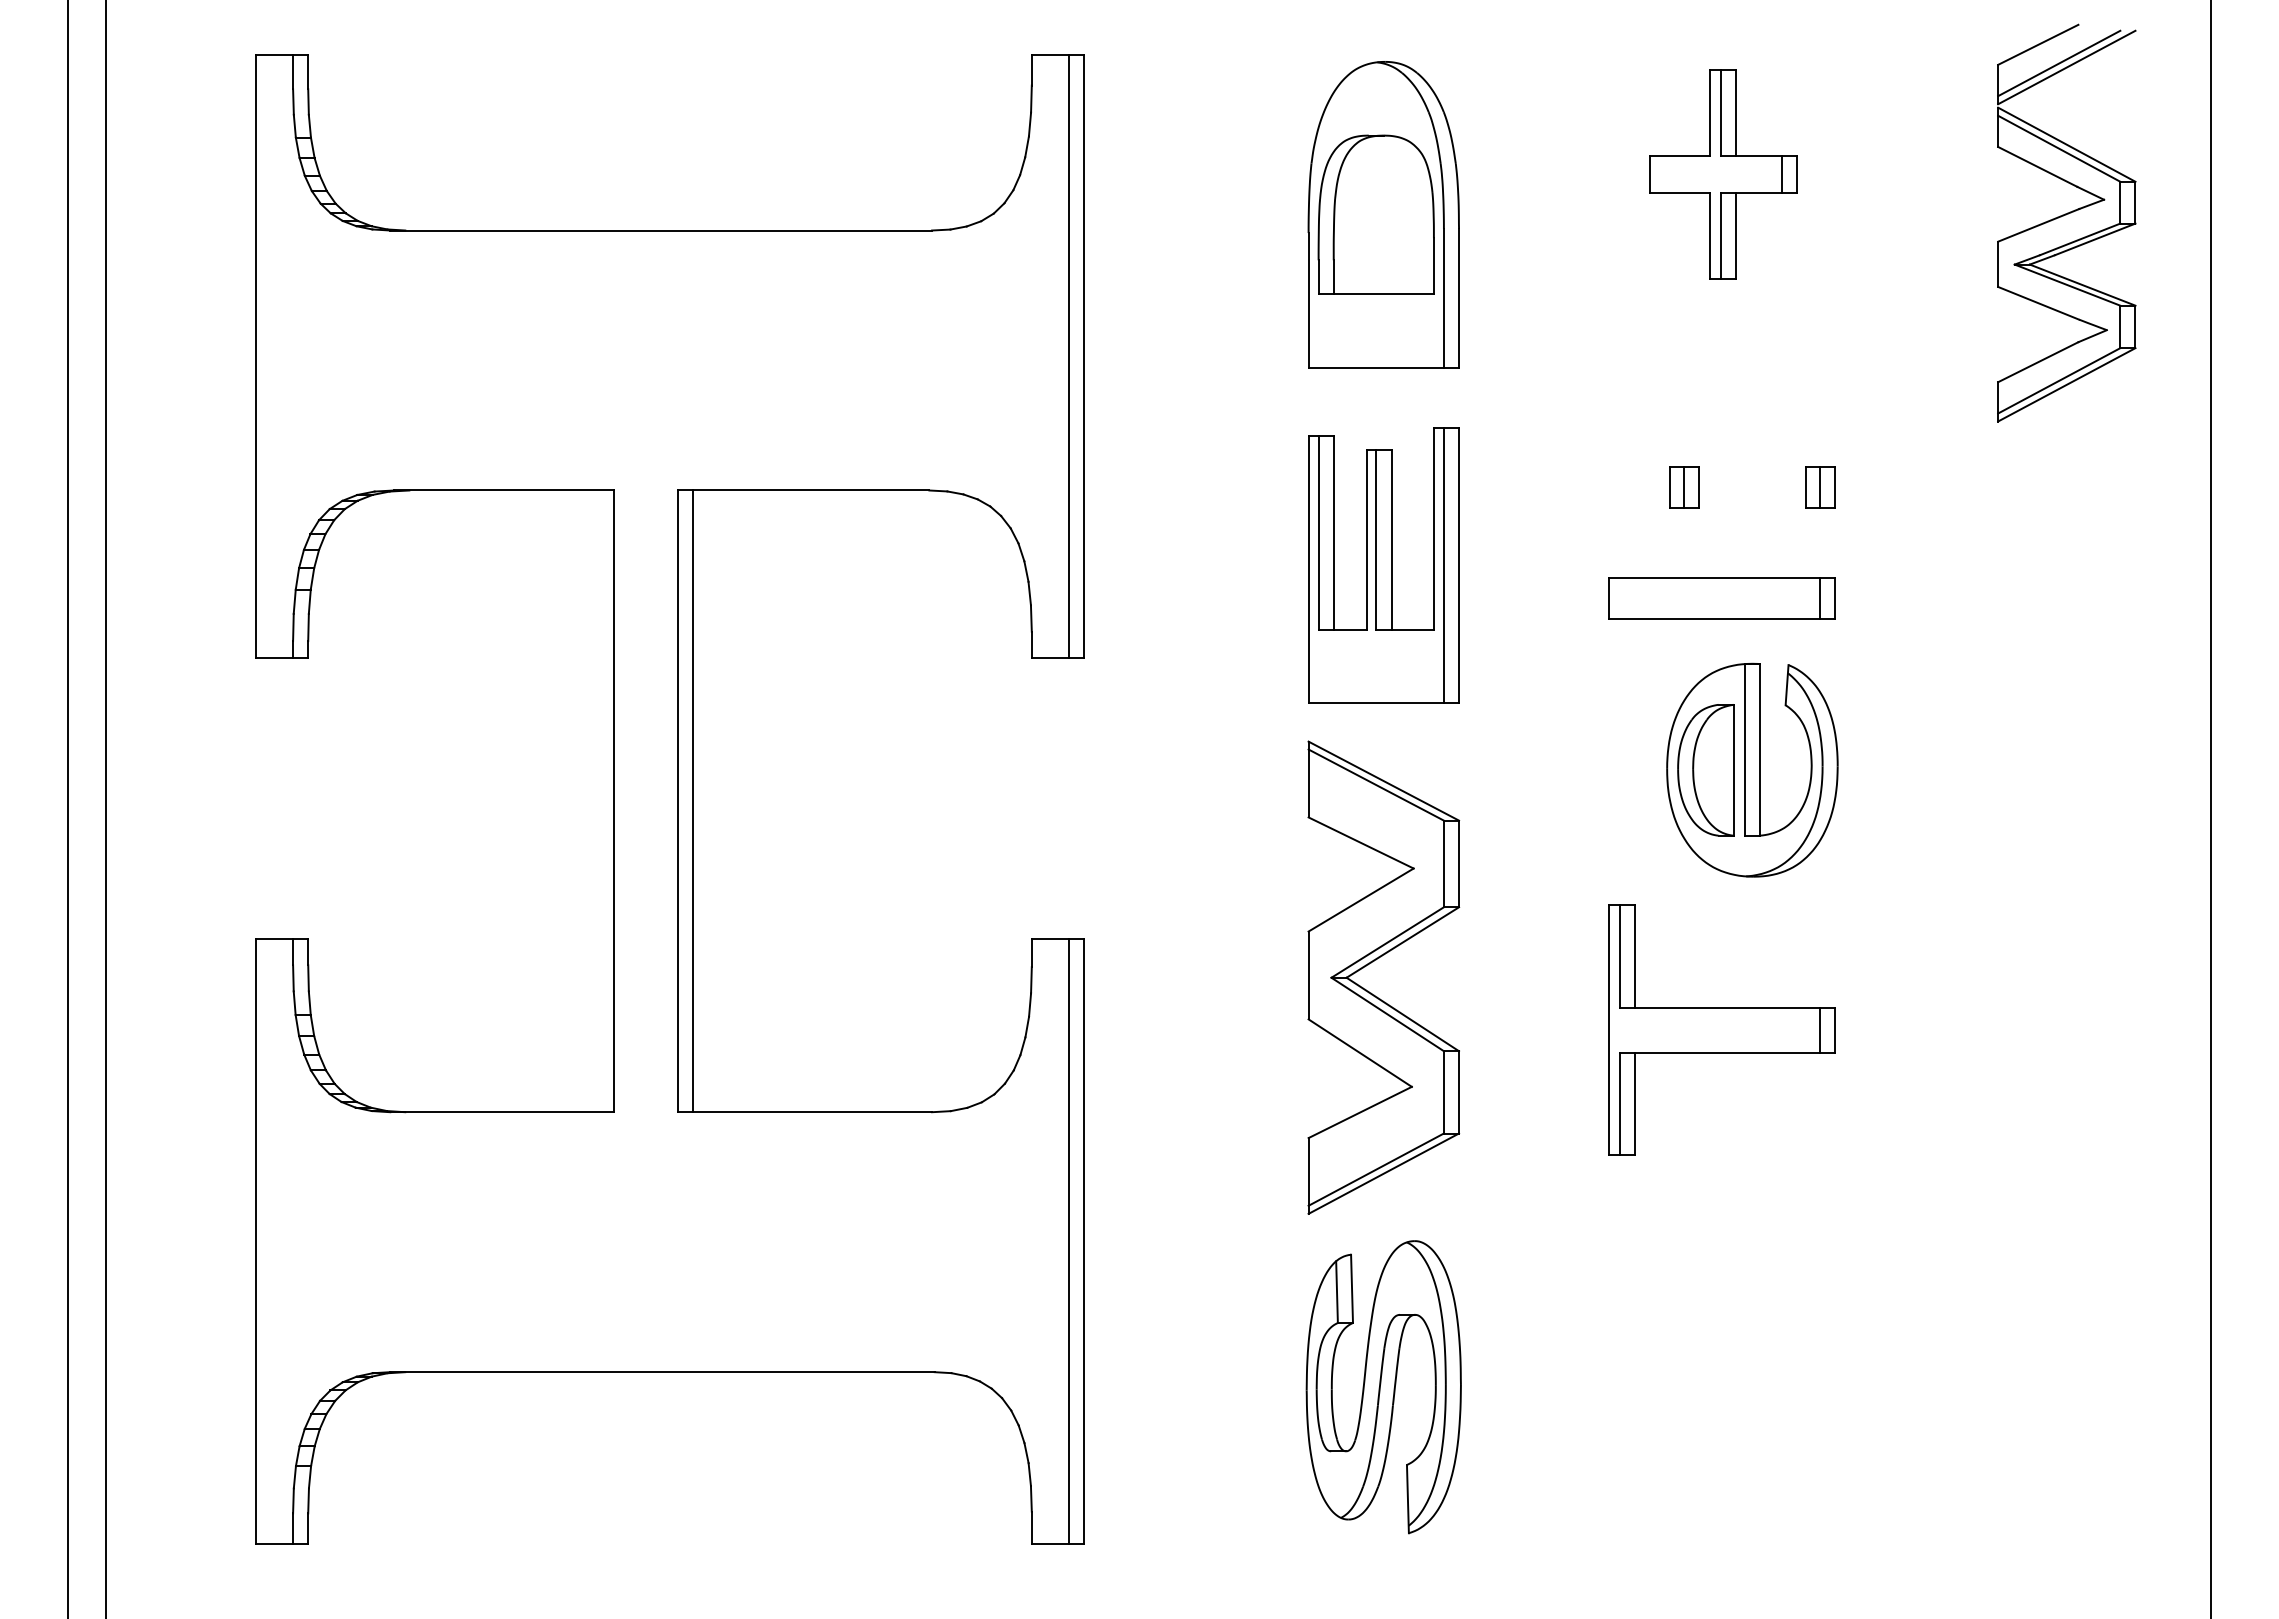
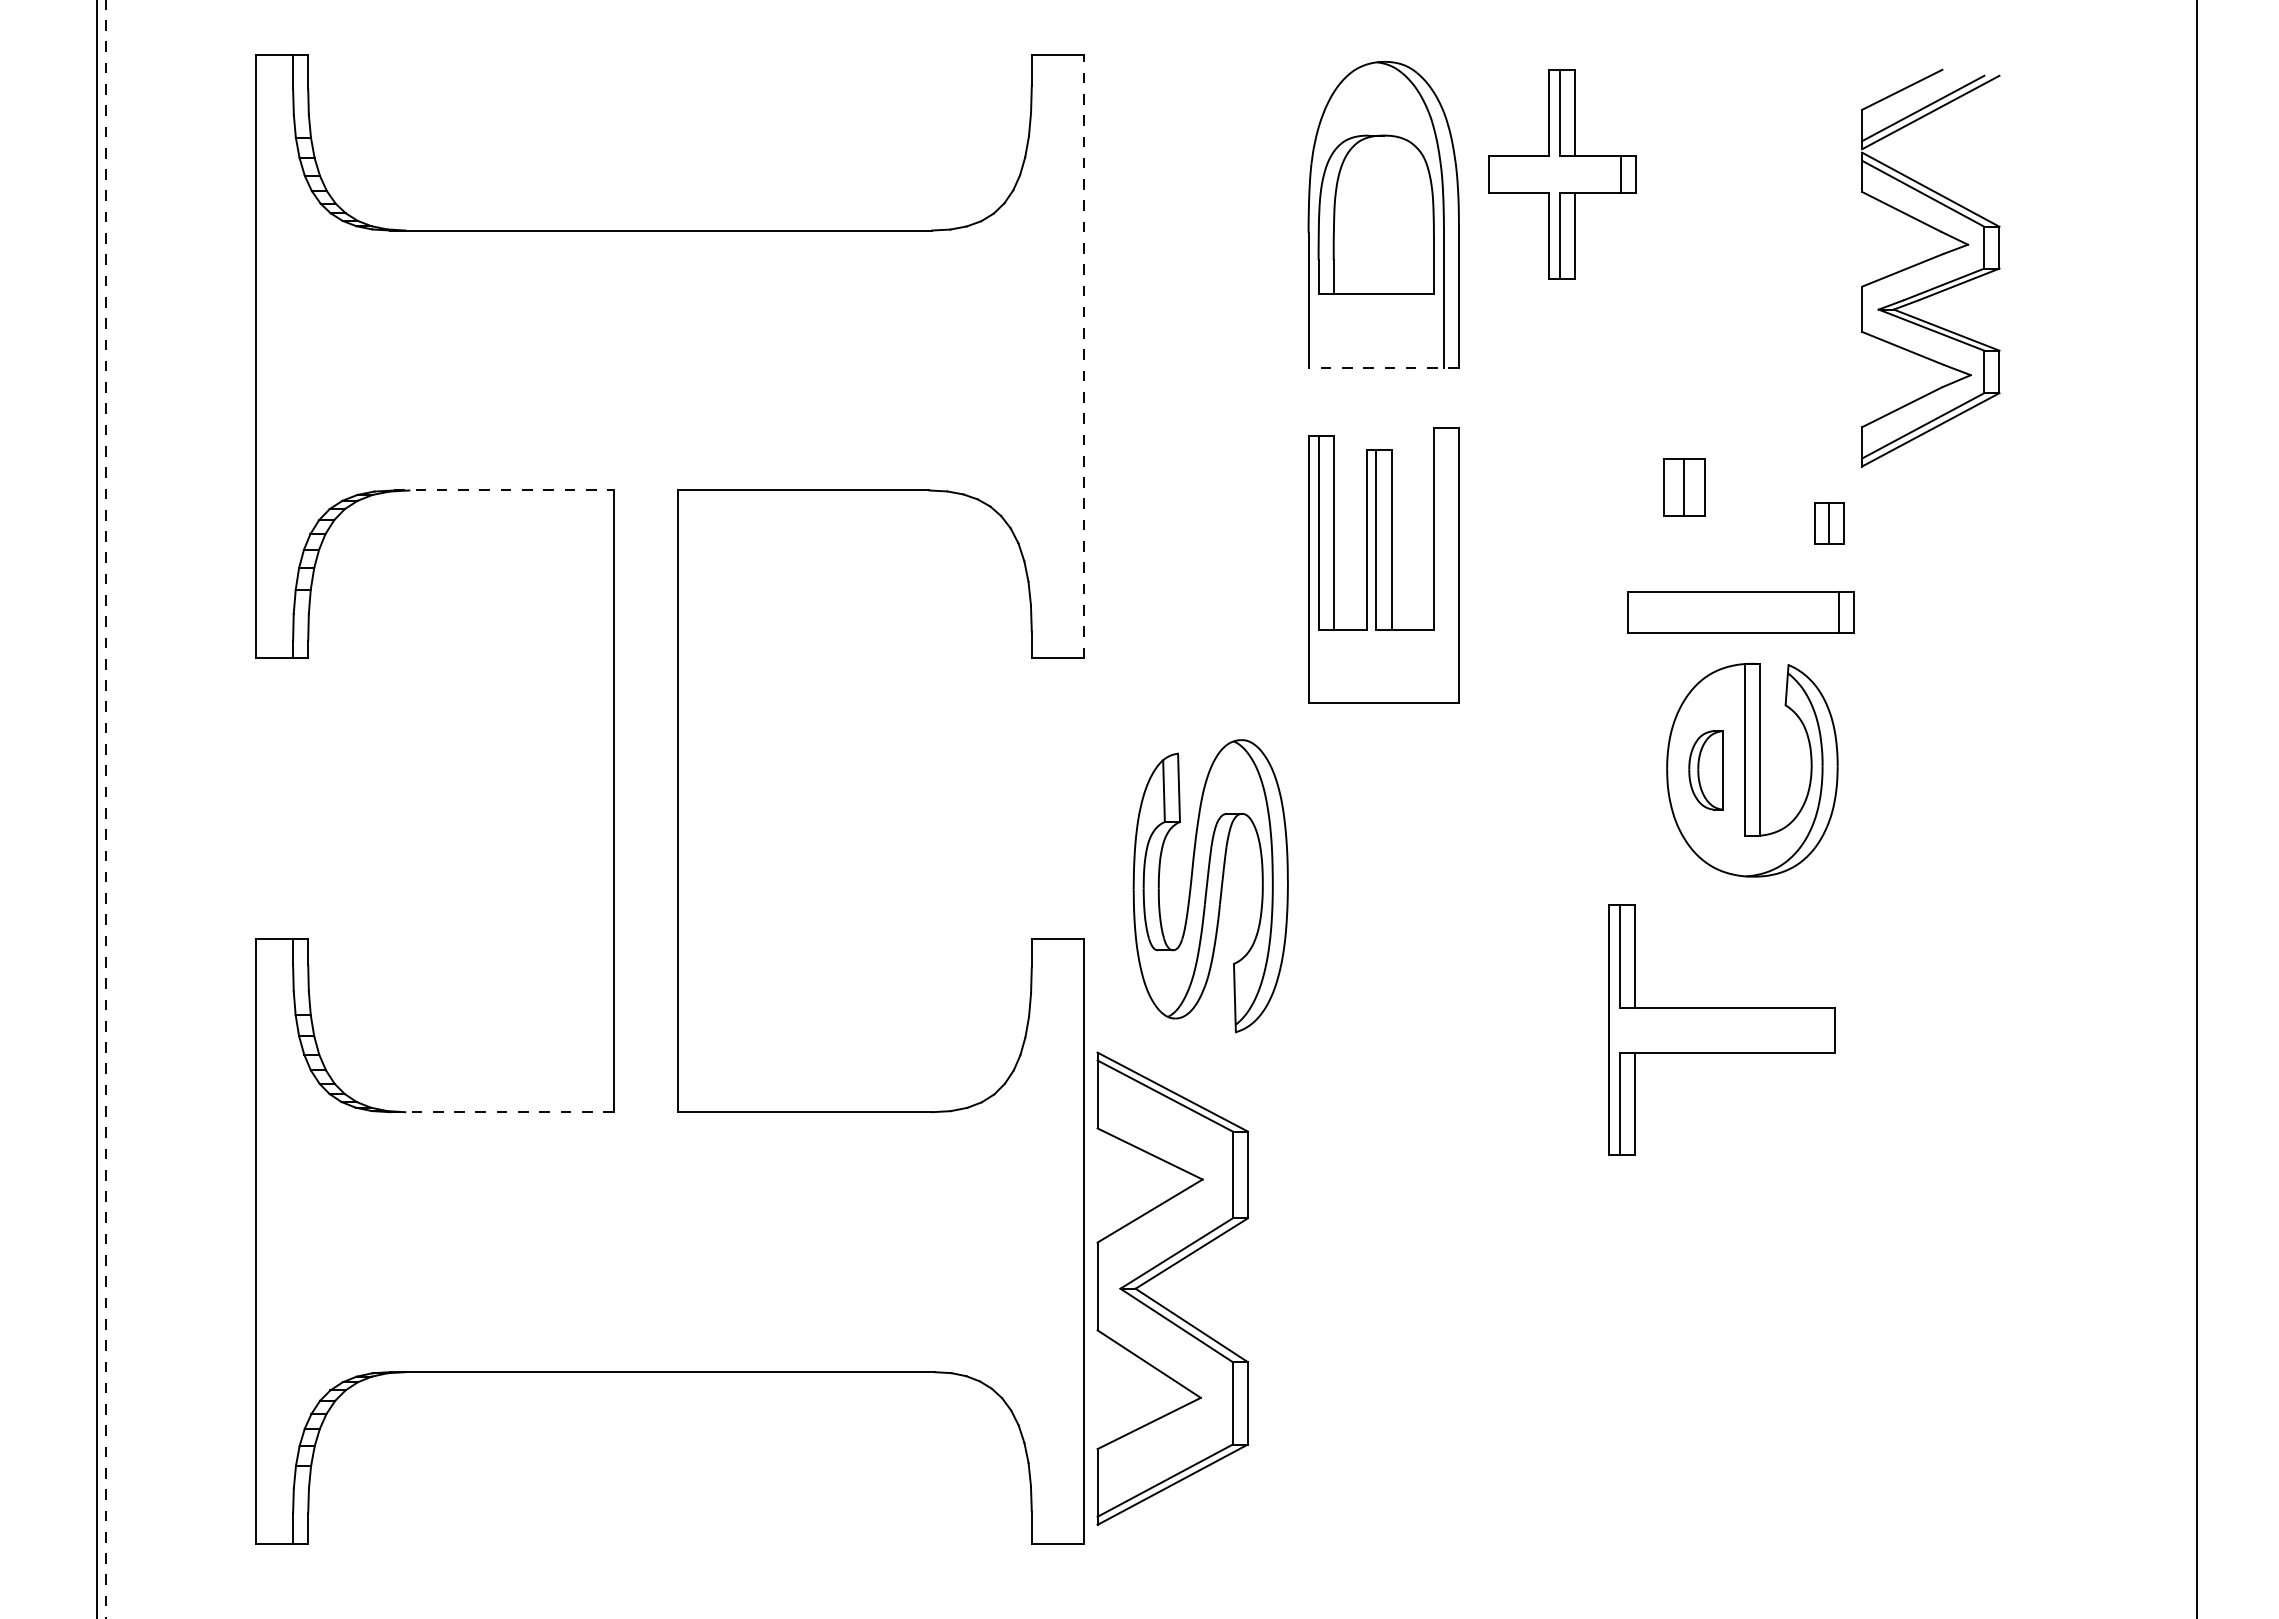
part at (1723, 174) position: (1723, 174) -> (1562, 174)
part at (2066, 222) position: (2066, 222) -> (1930, 267)
line at (1068, 356): present -> none
line at (1083, 356): solid -> dashed
line at (1383, 367): solid -> dashed
part at (1684, 487) size: 31x43 px -> 43x59 px
part at (1820, 487) position: (1820, 487) -> (1829, 523)
line at (504, 490): solid -> dashed
line at (1443, 565): present -> none
part at (1721, 598) position: (1721, 598) -> (1740, 612)
part at (1705, 770) size: 58x133 px -> 36x81 px
line at (692, 801): present -> none
line at (68, 808) position: (68, 808) -> (97, 808)
line at (2210, 808) position: (2210, 808) -> (2196, 808)
line at (106, 809): solid -> dashed
part at (1374, 961) position: (1374, 961) -> (1163, 1272)
line at (1819, 1029): present -> none
line at (502, 1112): solid -> dashed
line at (1068, 1240): present -> none
part at (1383, 1387) position: (1383, 1387) -> (1210, 886)
